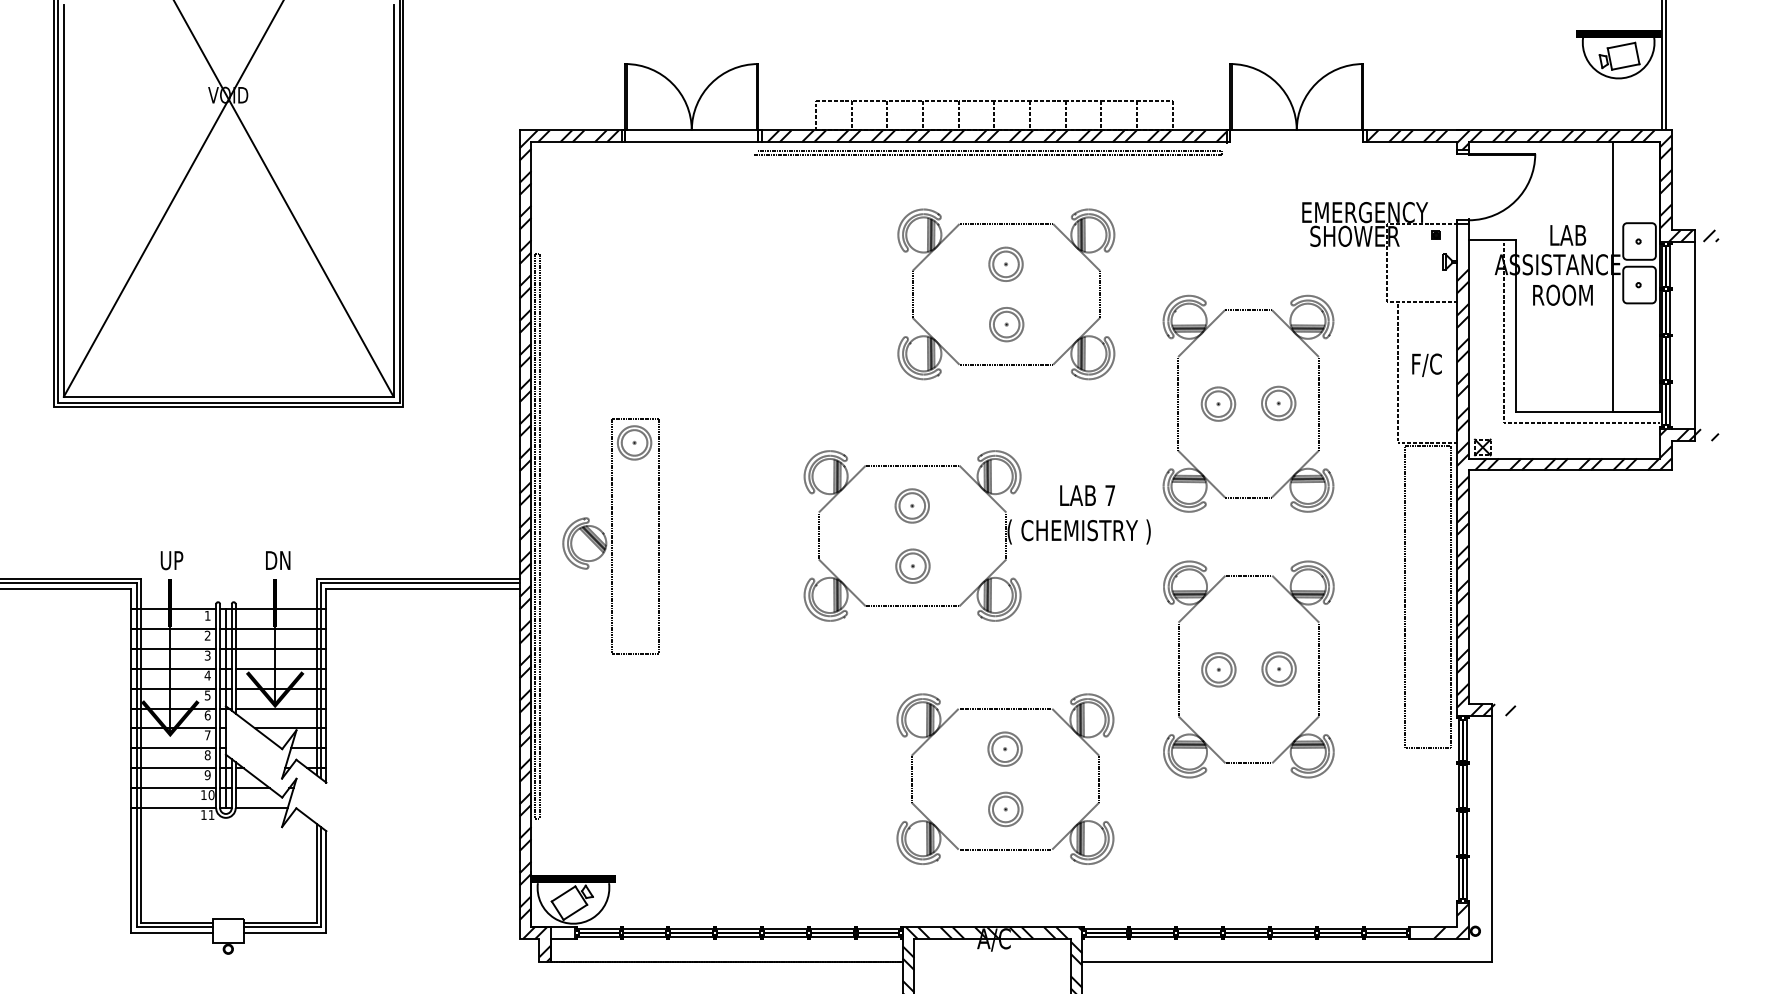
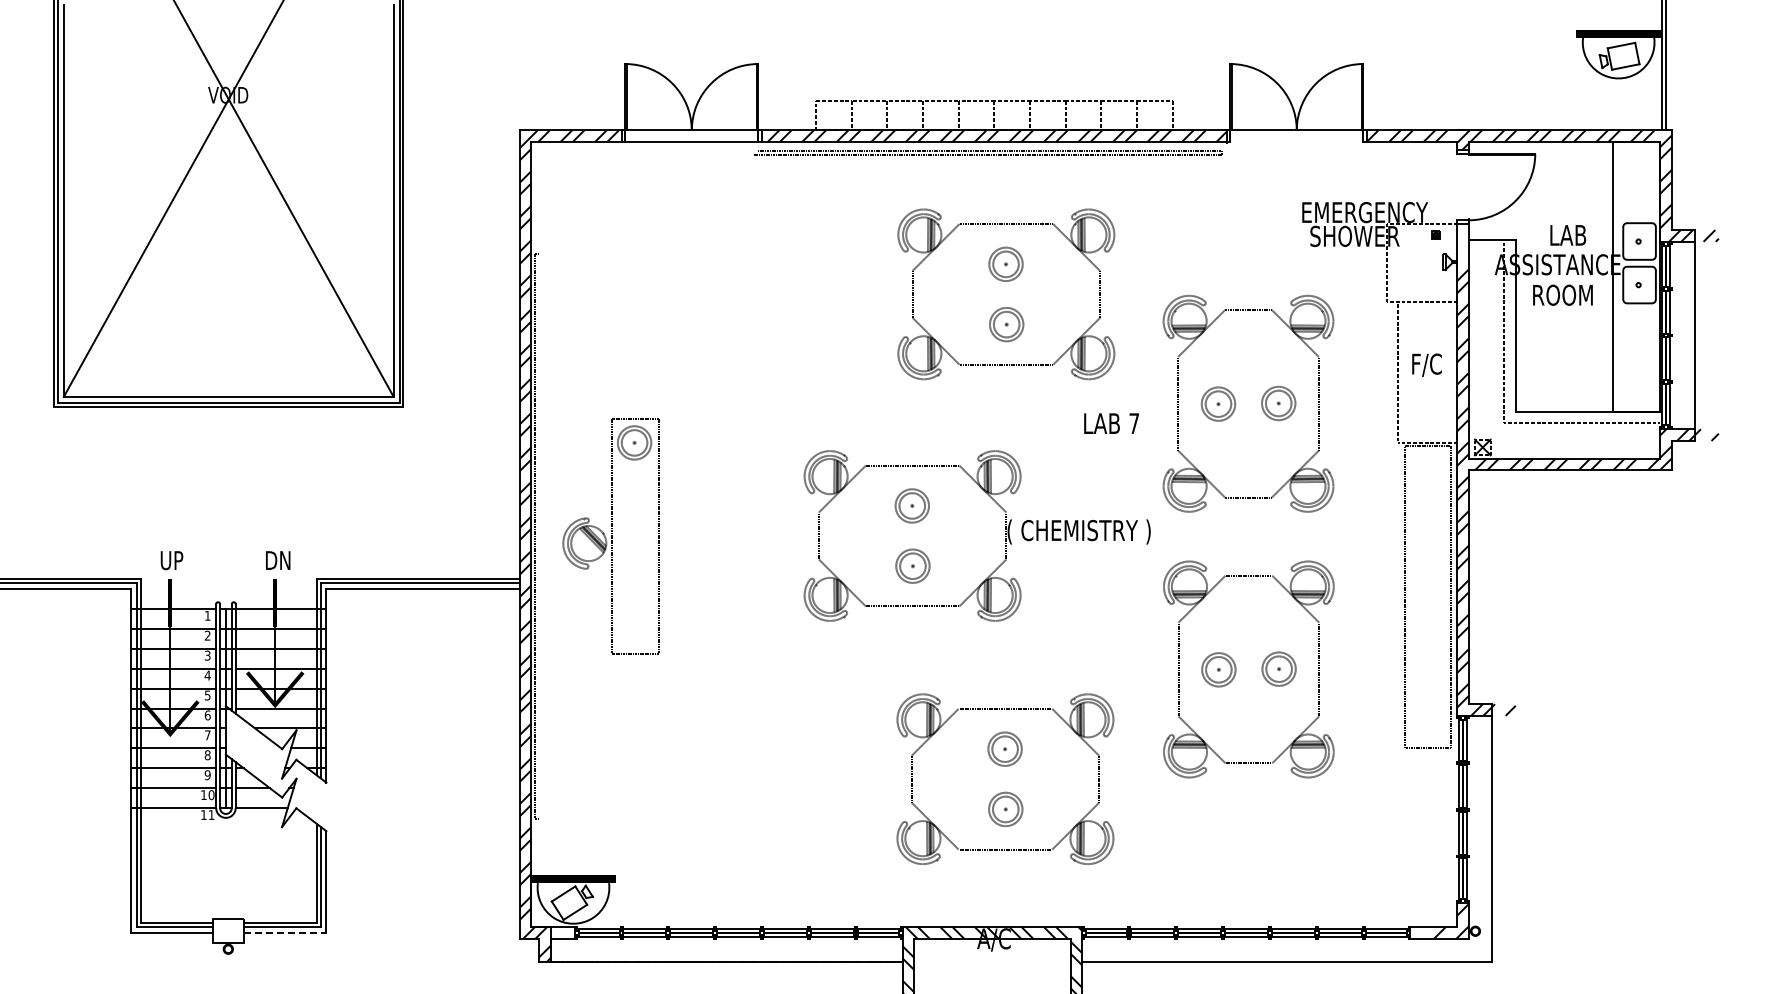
text at (1087, 495) position: (1087, 495) -> (1111, 423)
line at (539, 536): present -> none
line at (285, 933): solid -> dashed
